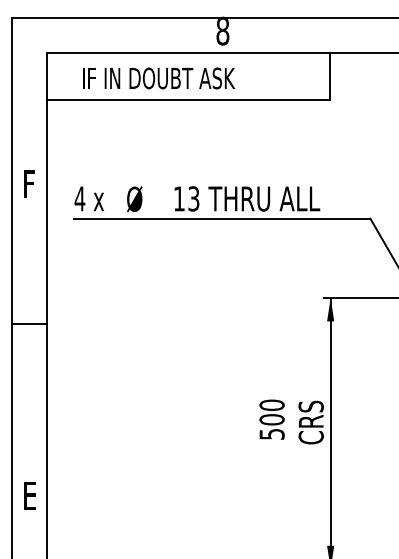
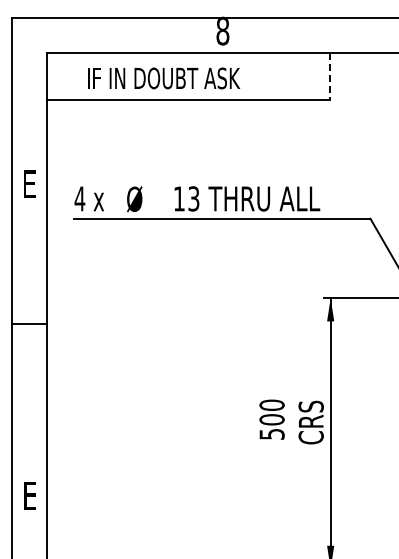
line at (329, 76): solid -> dashed
text at (159, 78) position: (159, 78) -> (164, 78)
text at (30, 183): F -> E
